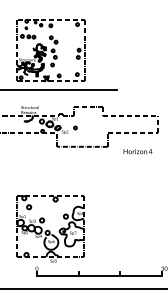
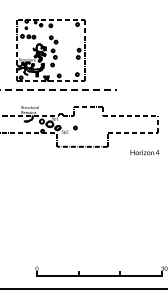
line at (59, 90): solid -> dashed
text at (137, 151) position: (137, 151) -> (144, 152)
part at (50, 228): present -> none
